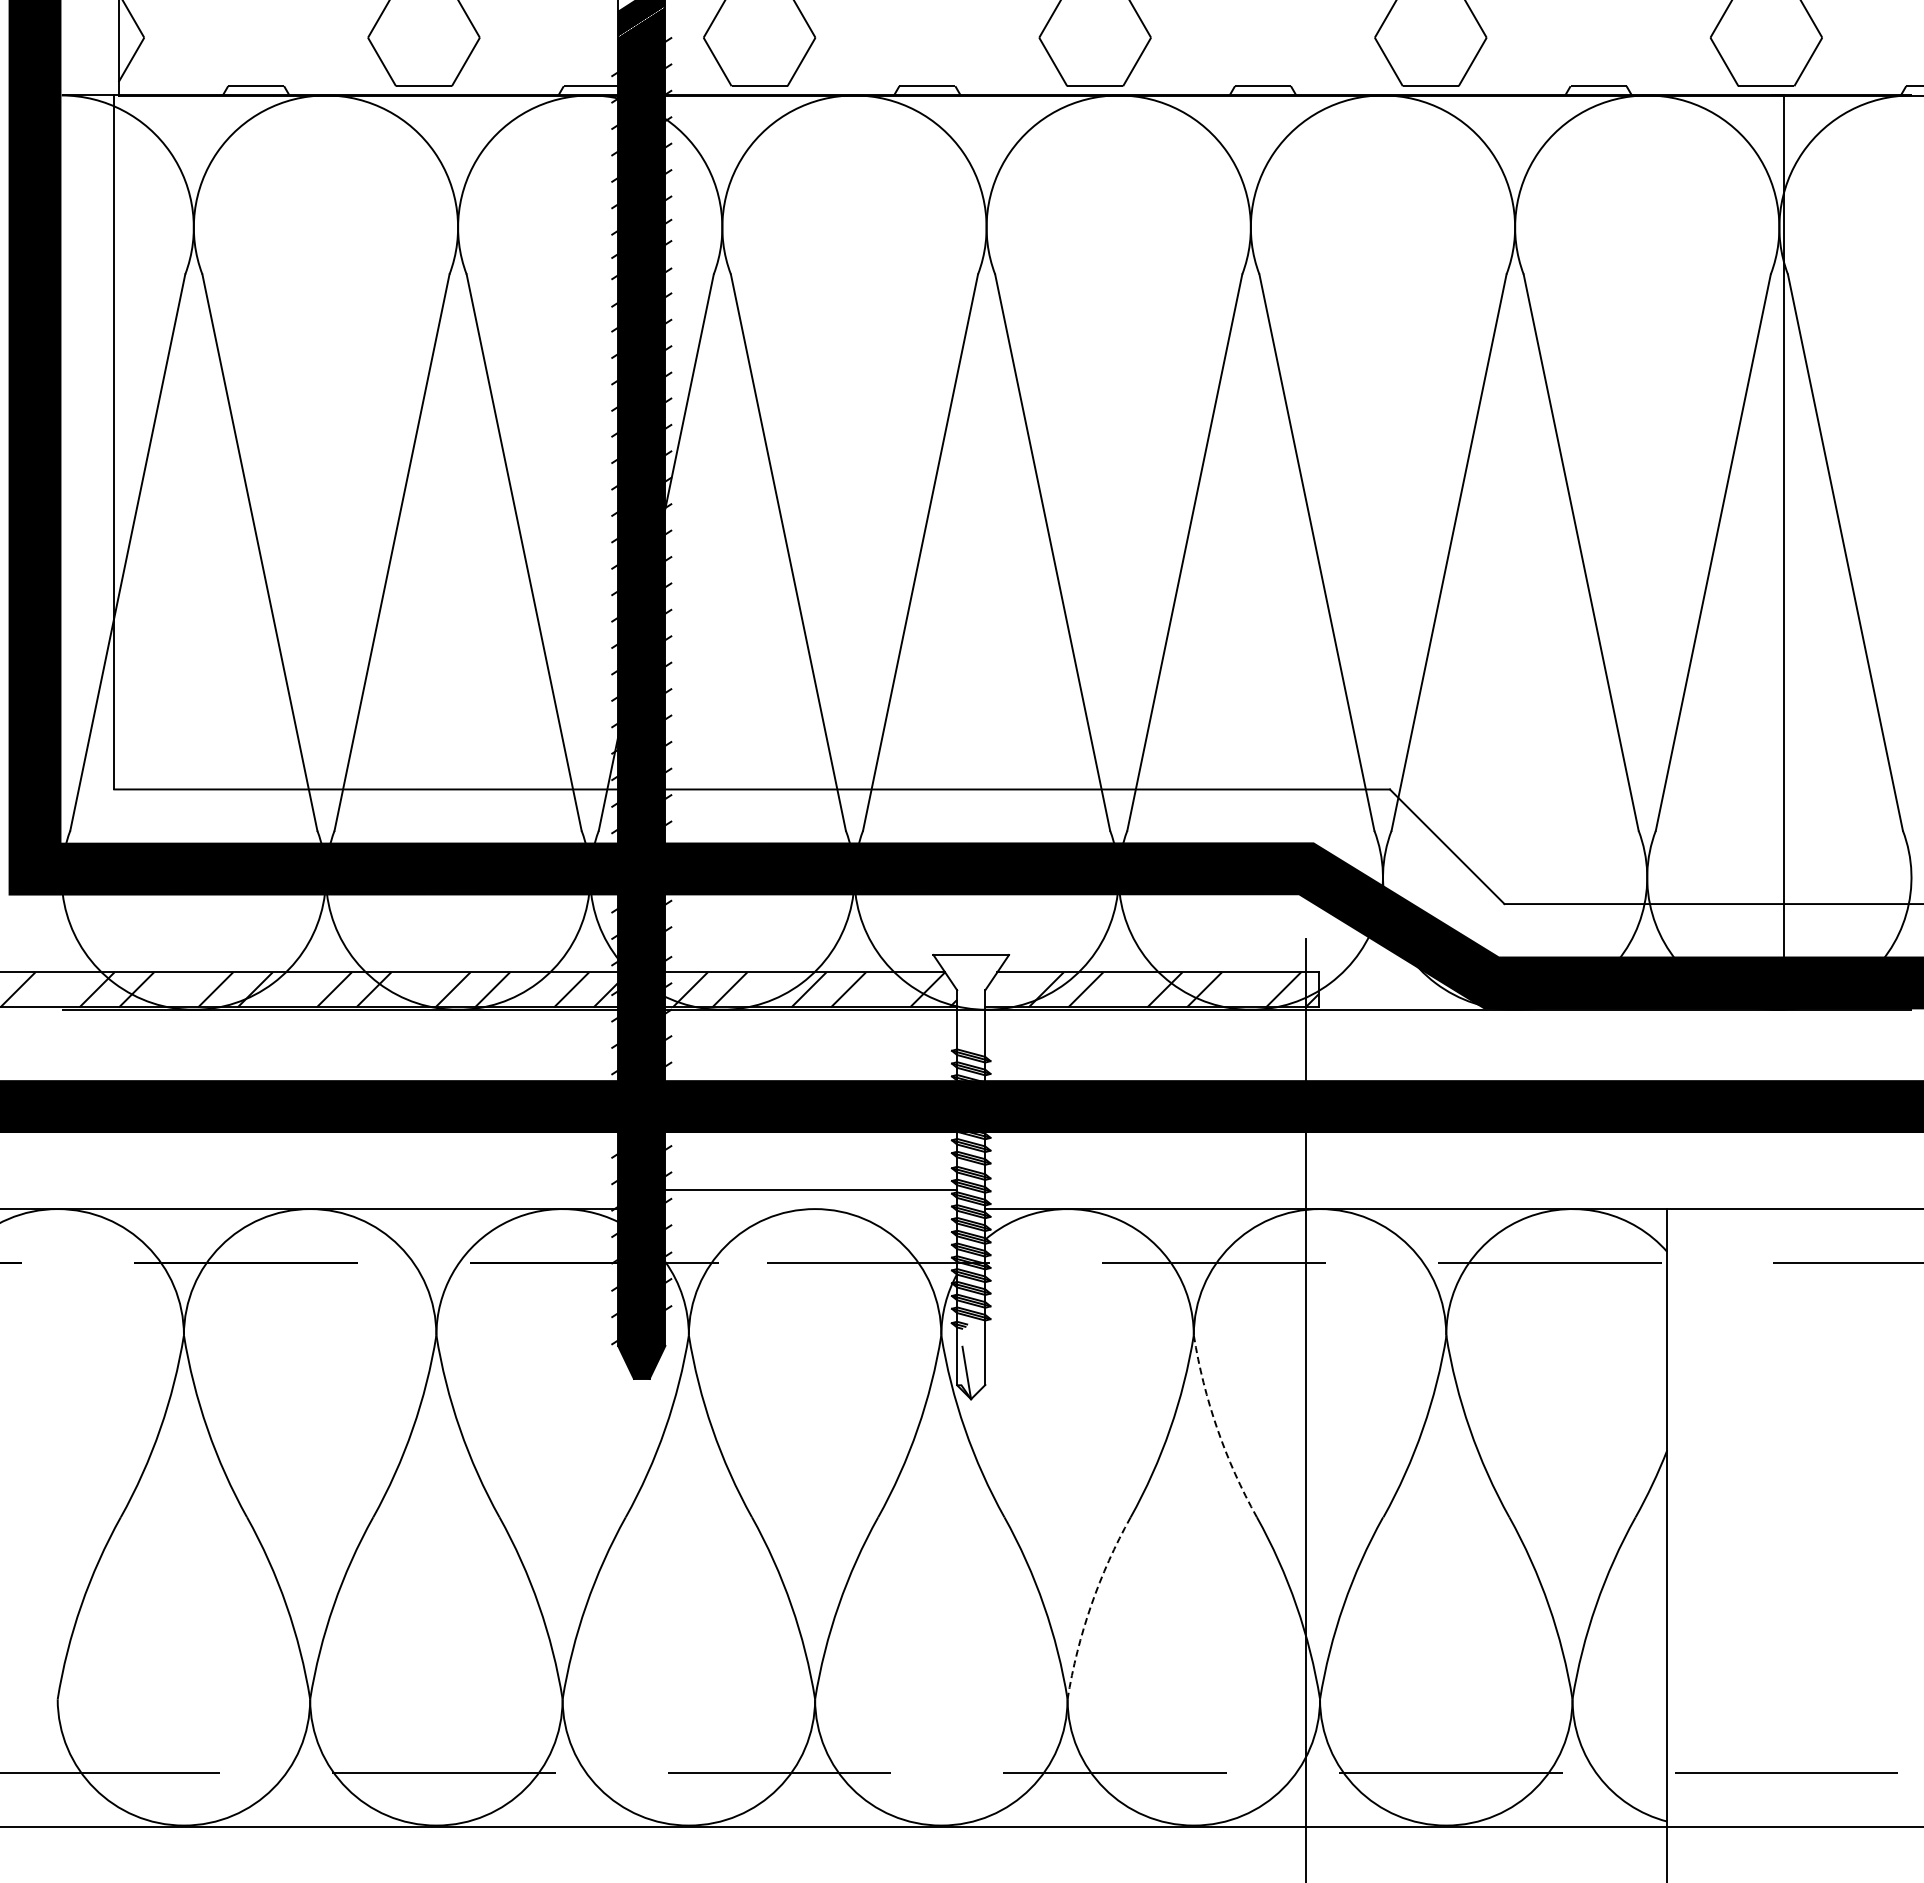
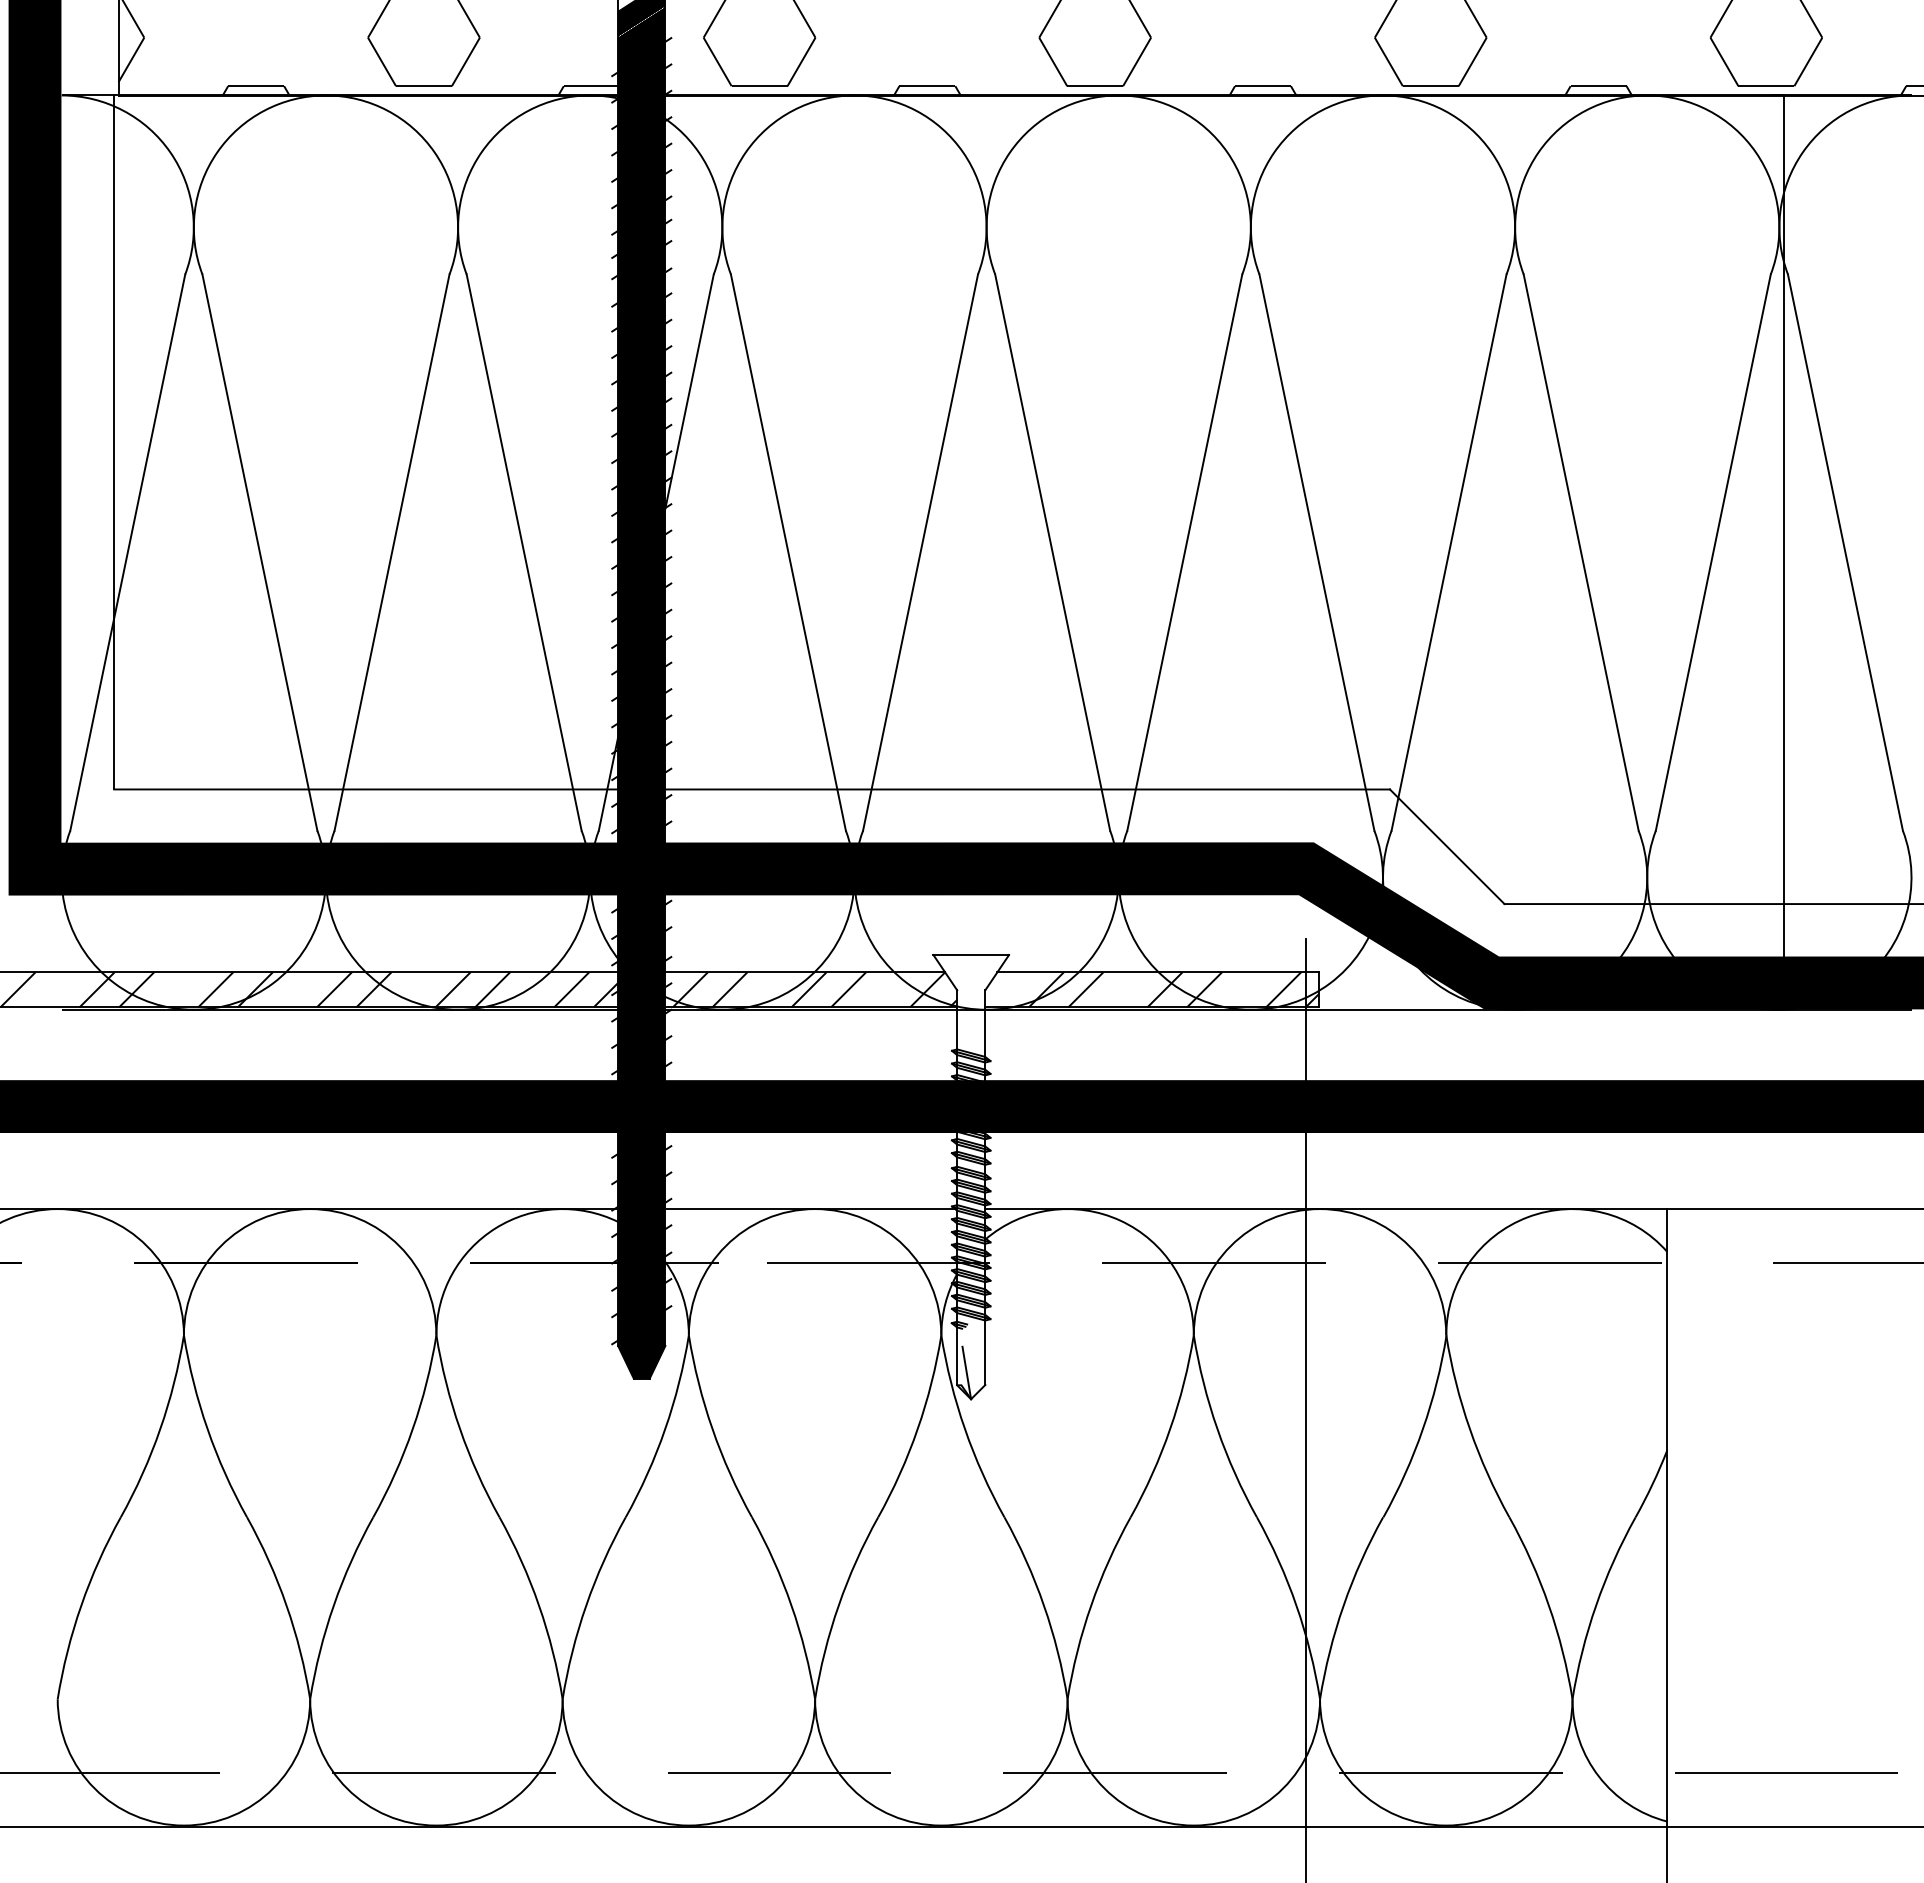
line at (811, 1190) position: (811, 1190) -> (811, 1209)
arc at (1217, 1429): dashed -> solid
arc at (1091, 1605): dashed -> solid
